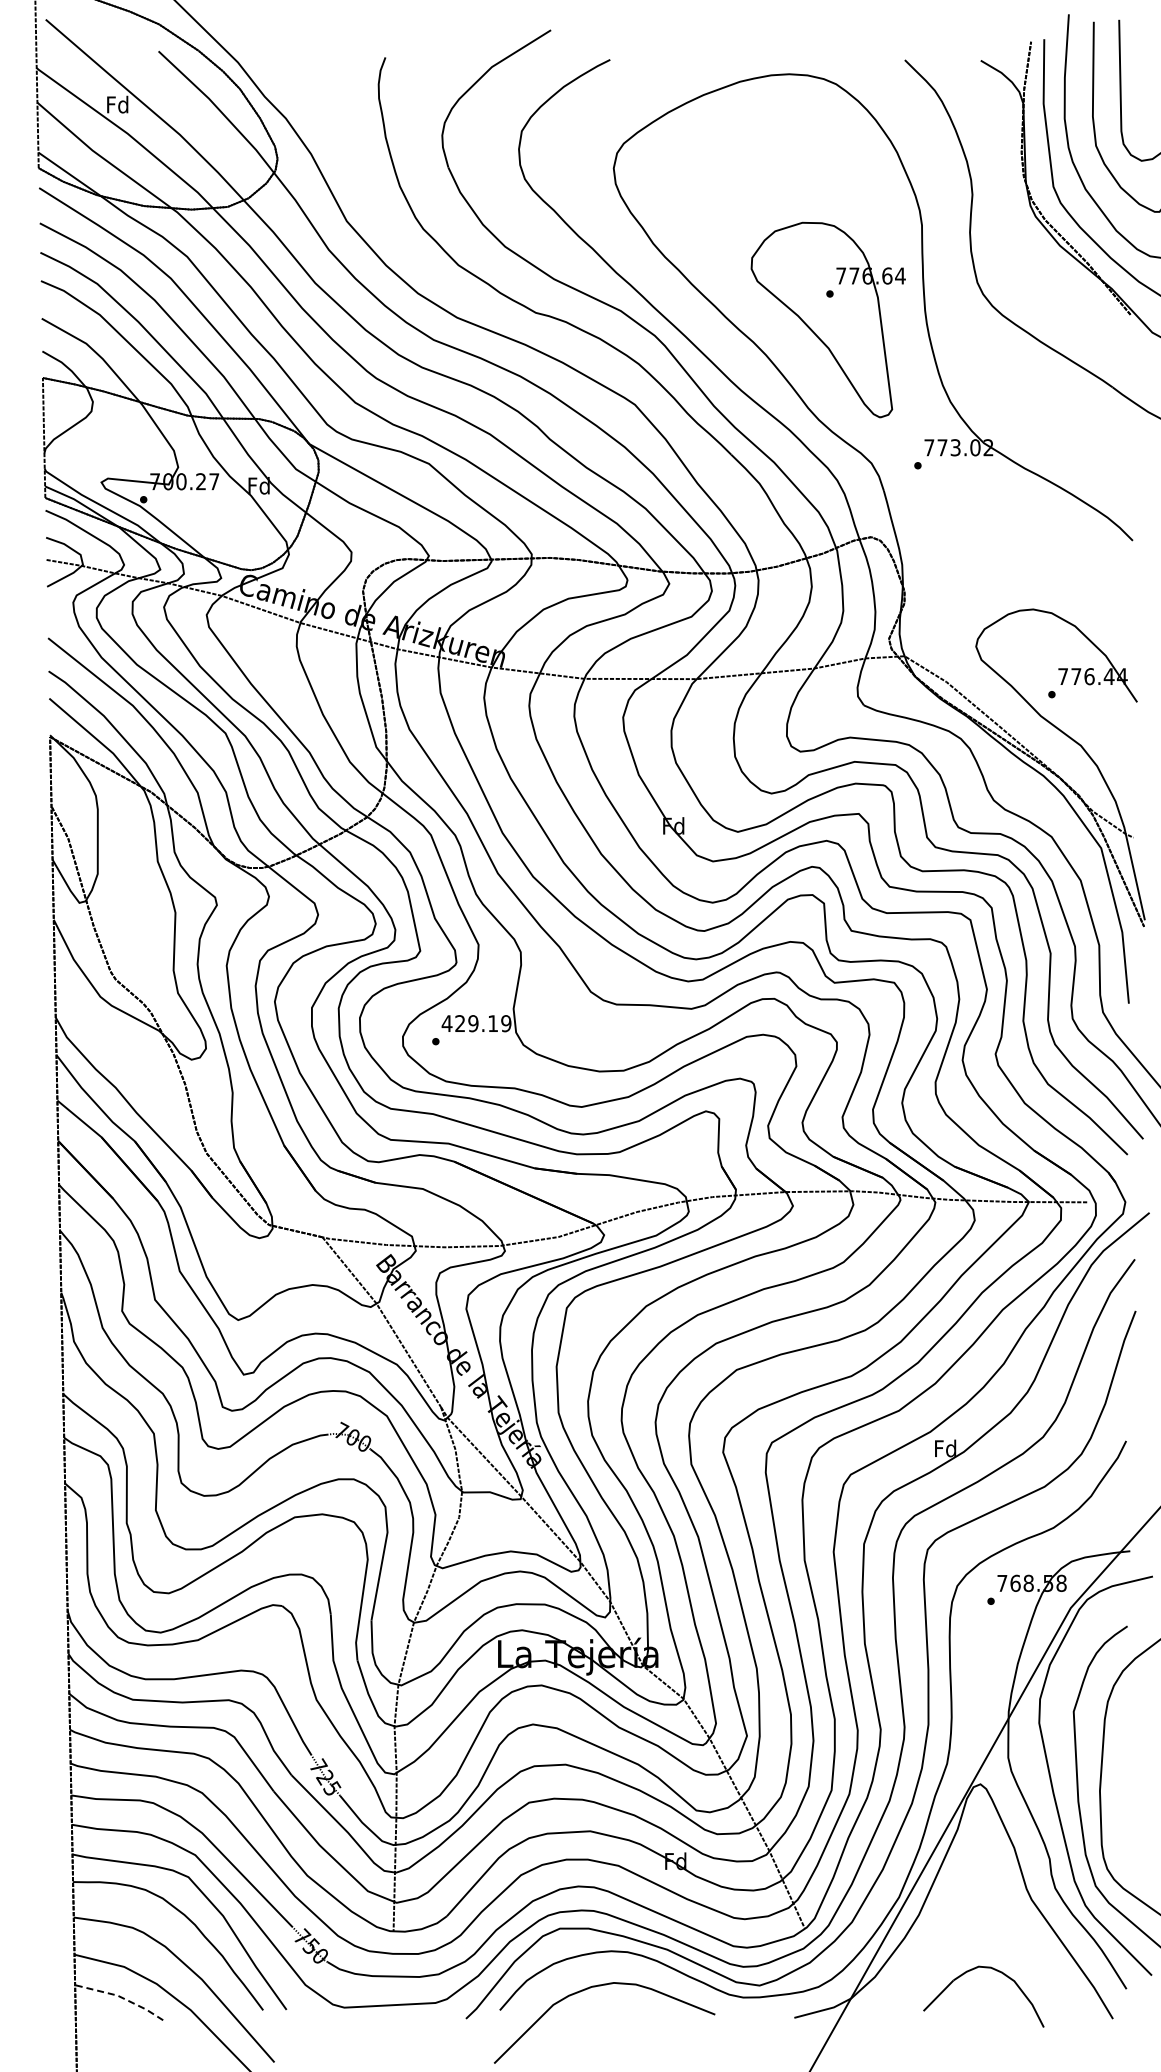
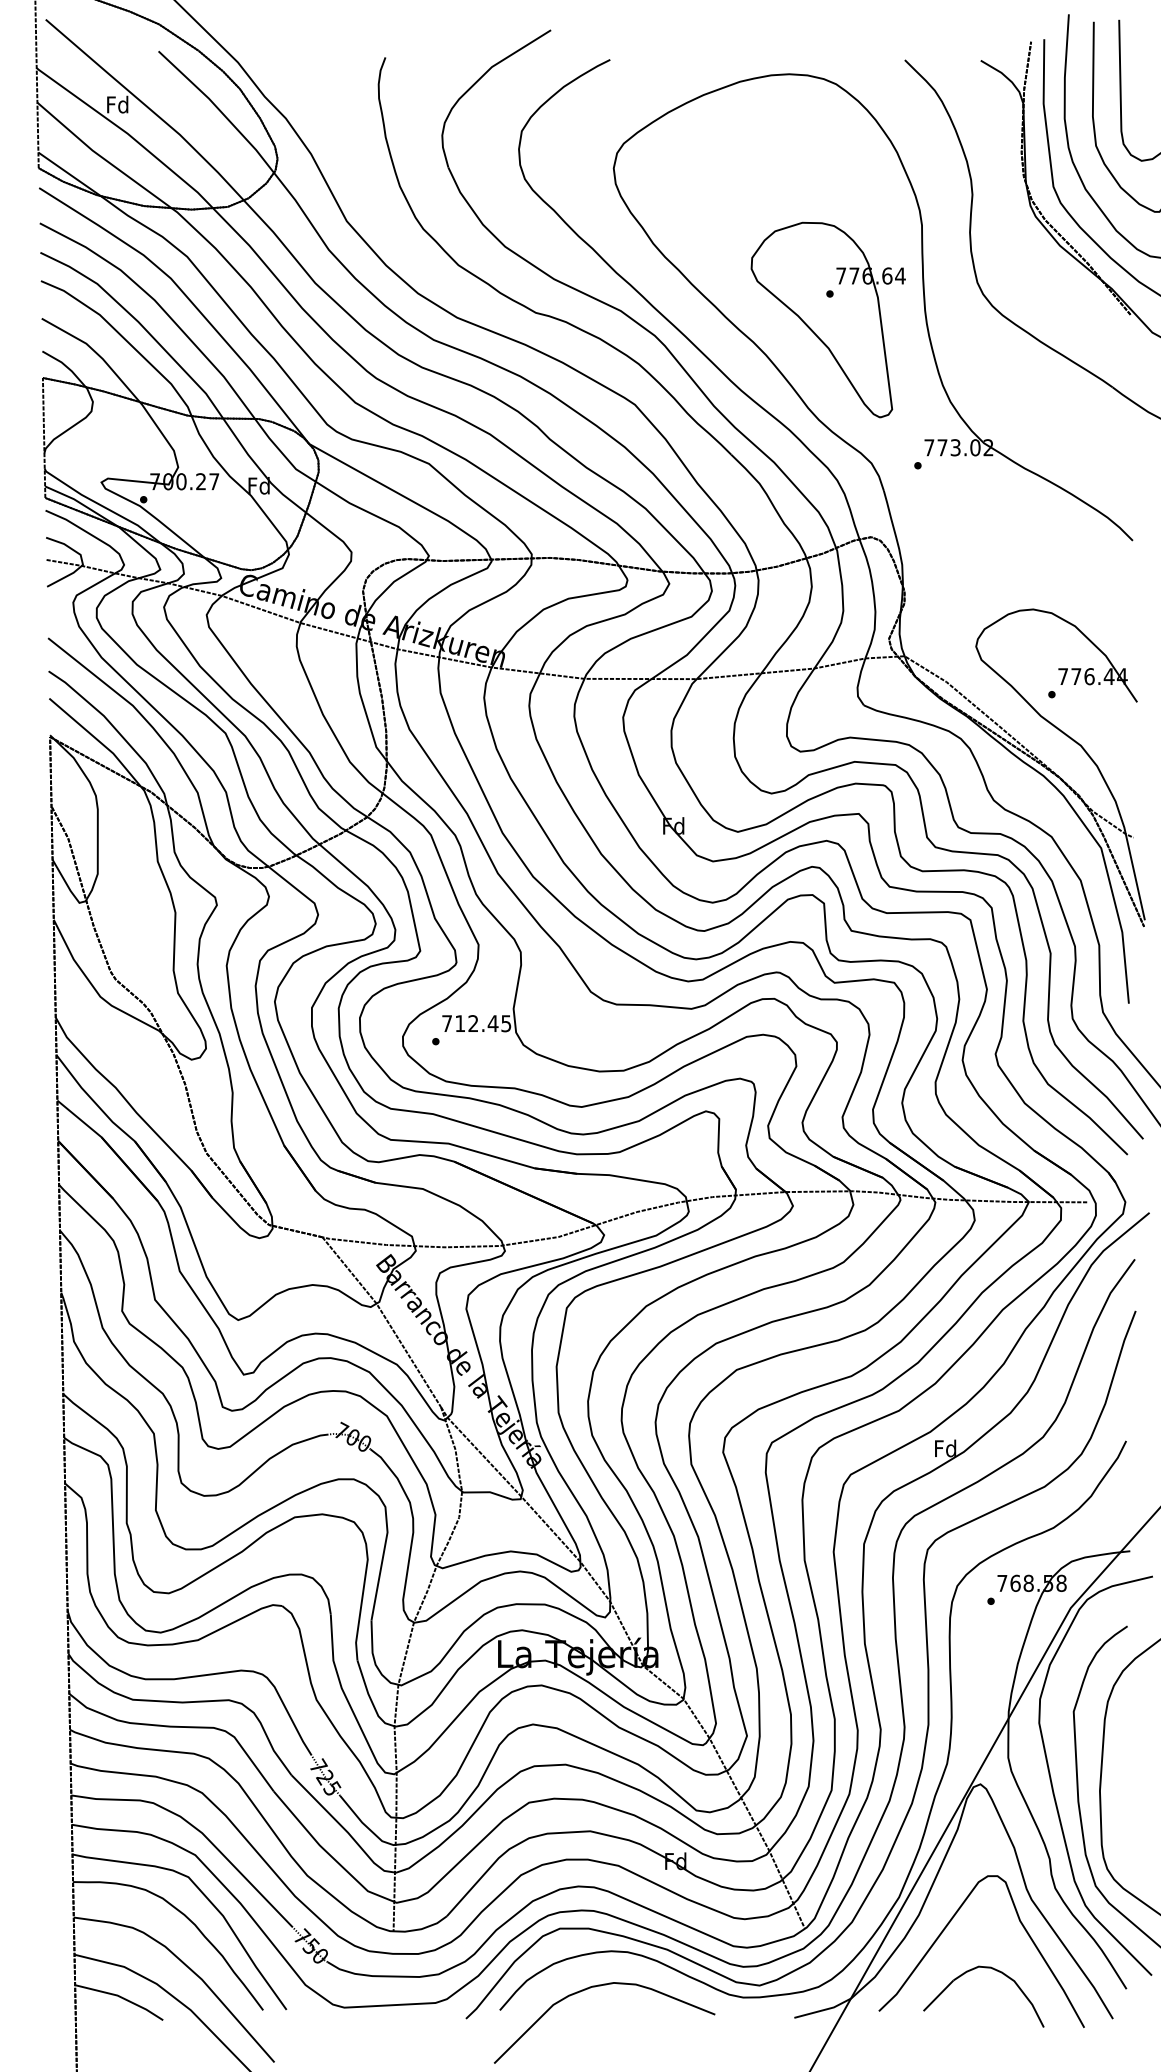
text at (476, 1023): 429.19 -> 712.45
curve at (948, 1925): none -> present
line at (121, 1997): dashed -> solid
